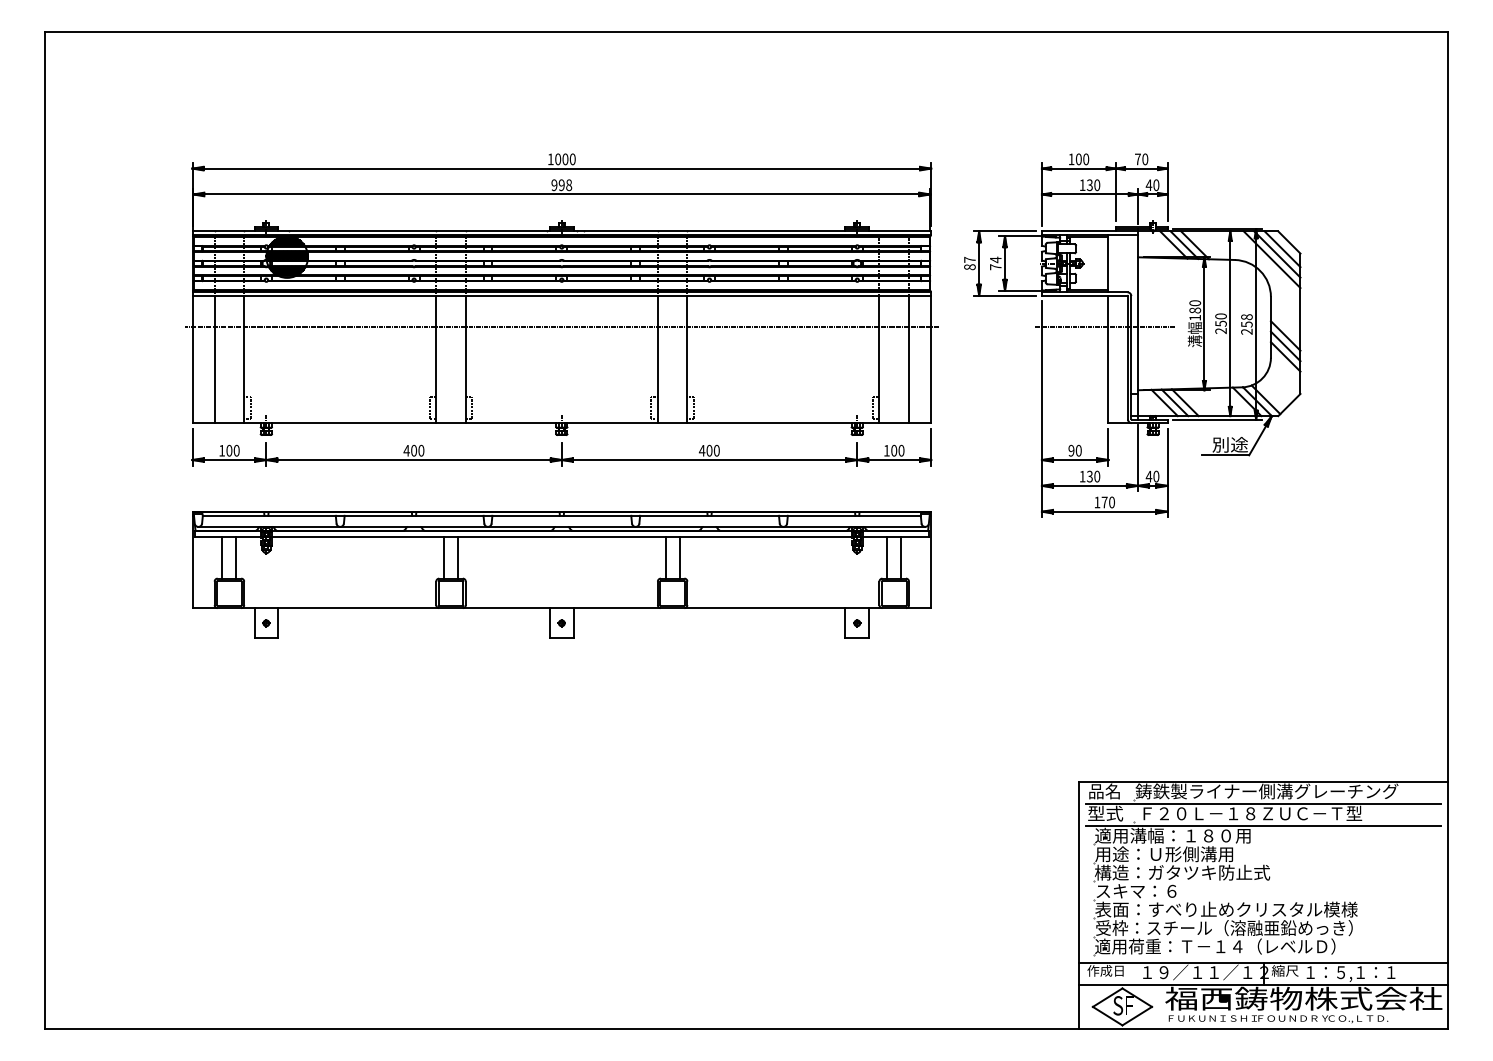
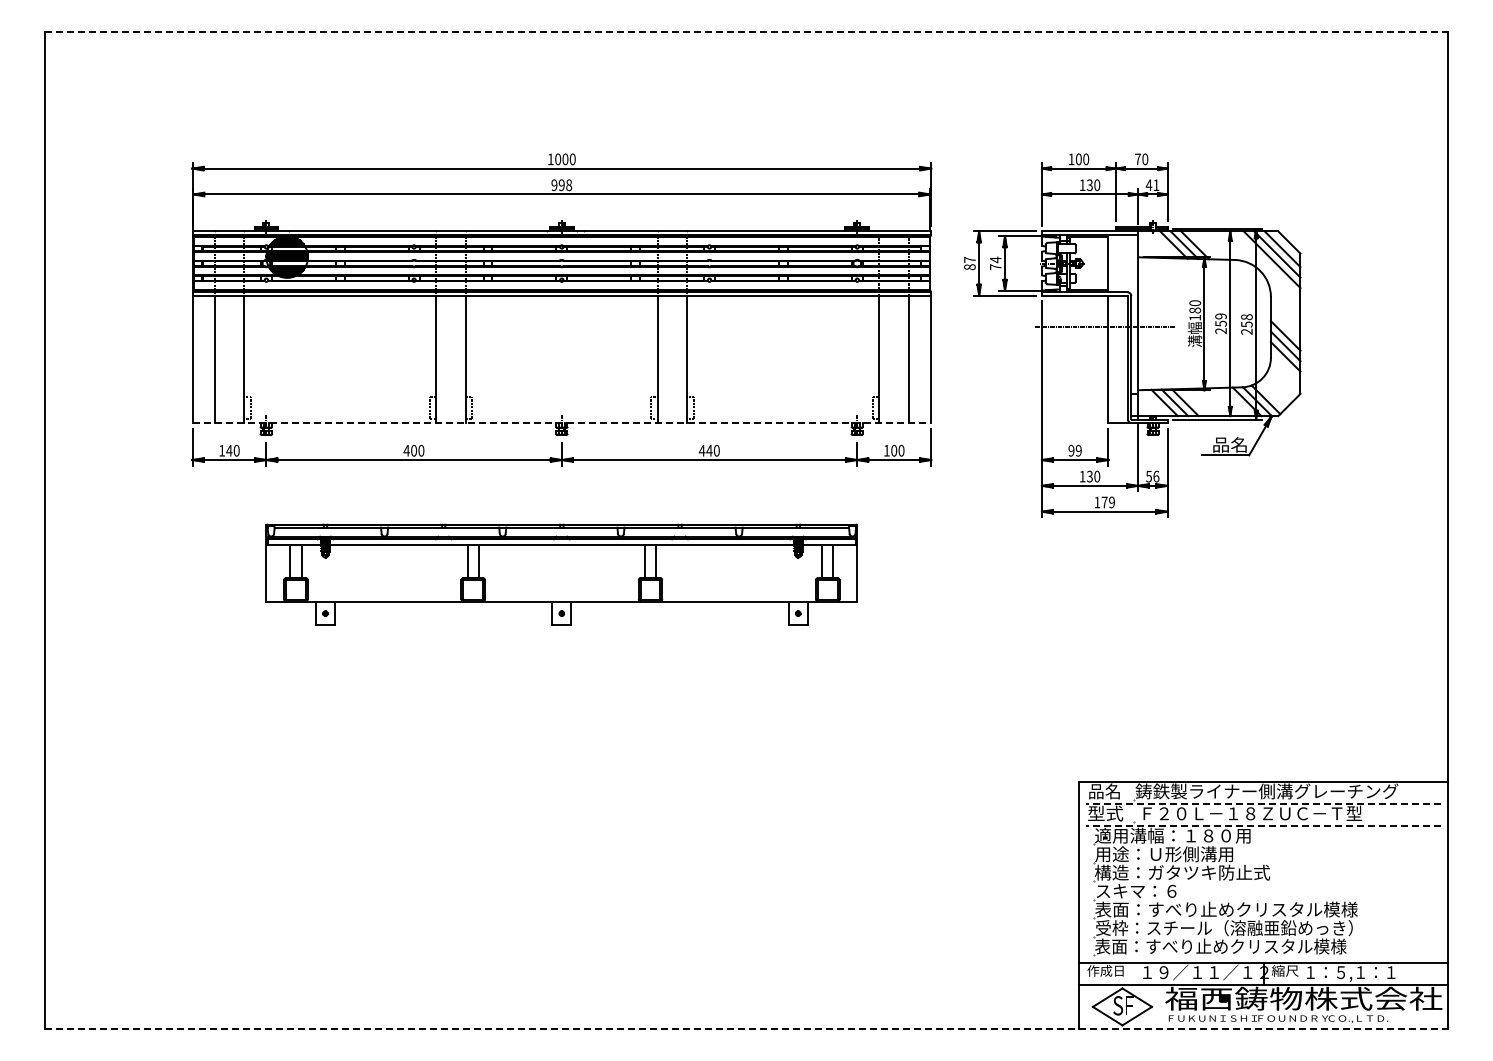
line at (746, 31): solid -> dashed
text at (1156, 185): 40 -> 41
text at (1220, 316): 250 -> 259
line at (561, 327): present -> none
line at (562, 423): solid -> dashed
text at (1229, 444): 別途 -> 品名
text at (229, 450): 100 -> 140
text at (709, 450): 400 -> 440
text at (1078, 450): 90 -> 99
text at (1152, 476): 40 -> 56
text at (1111, 502): 170 -> 179
part at (561, 574) size: 740x128 px -> 593x103 px
line at (1263, 803): solid -> dashed
line at (1263, 825): solid -> dashed
text at (1220, 946): 適用荷重：Ｔ－１４（レベルＤ） -> 表面：すべり止めクリスタル模様
line at (746, 1029): solid -> dashed
